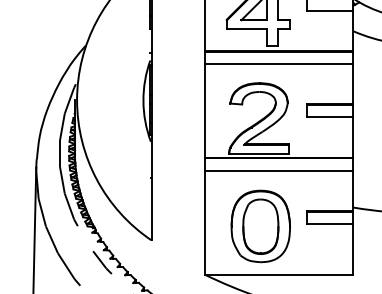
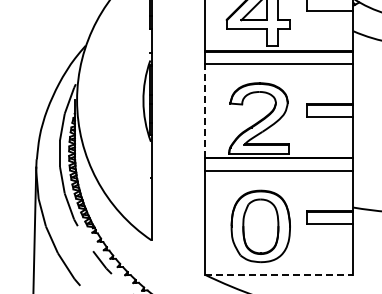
line at (205, 110): solid -> dashed
line at (279, 274): solid -> dashed
